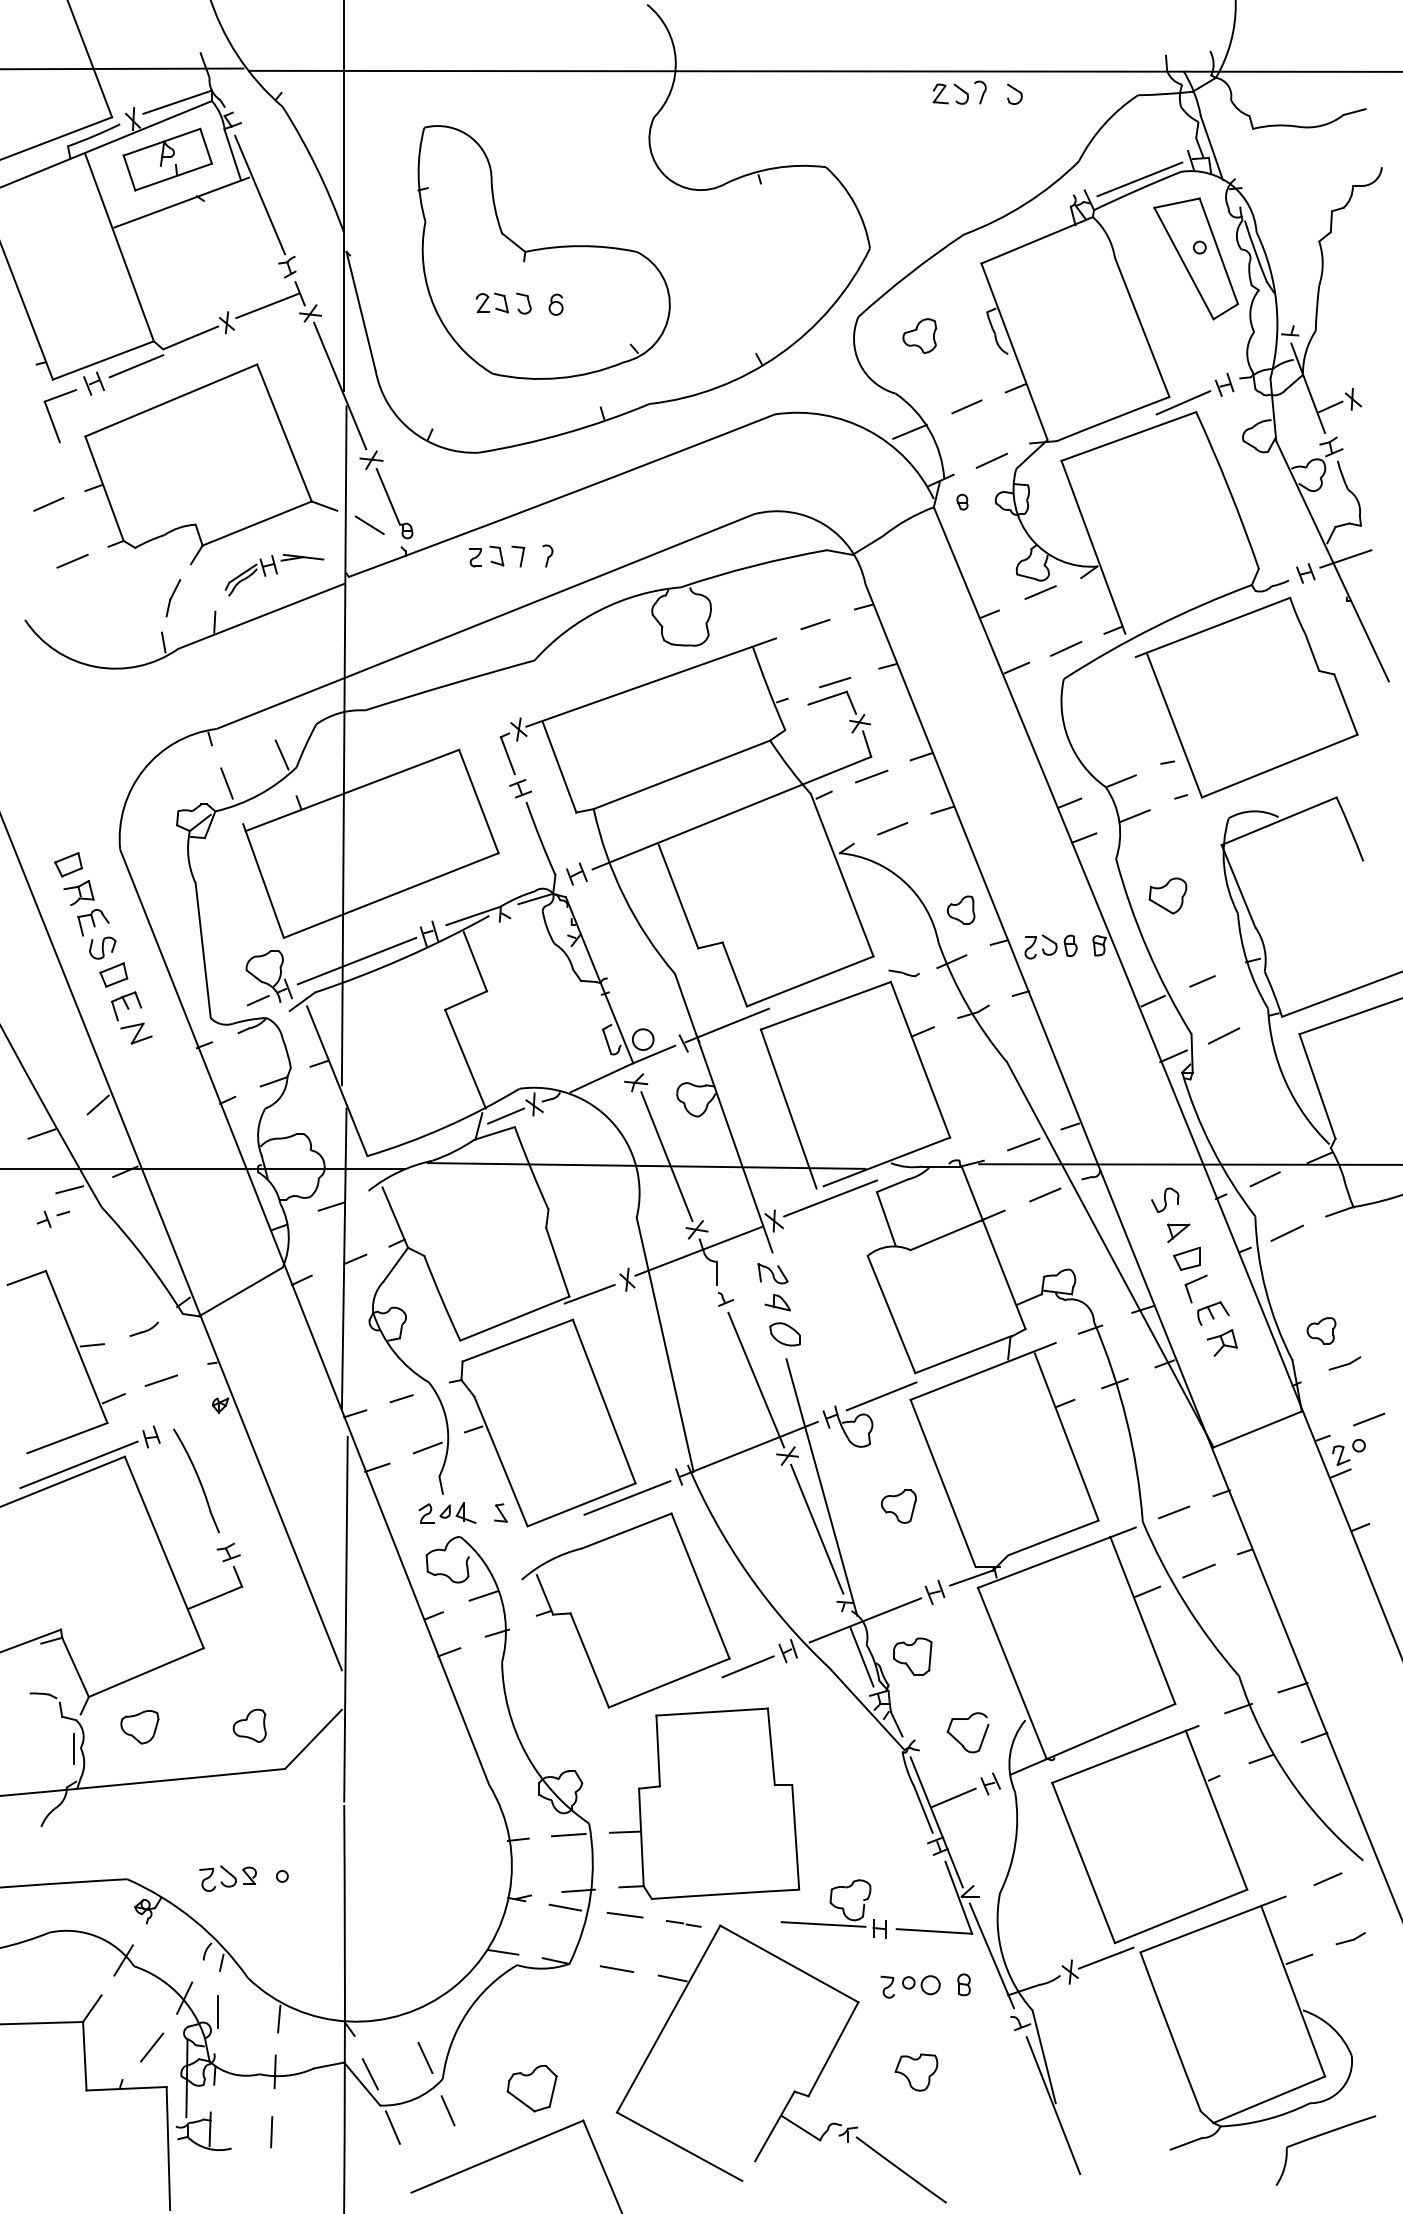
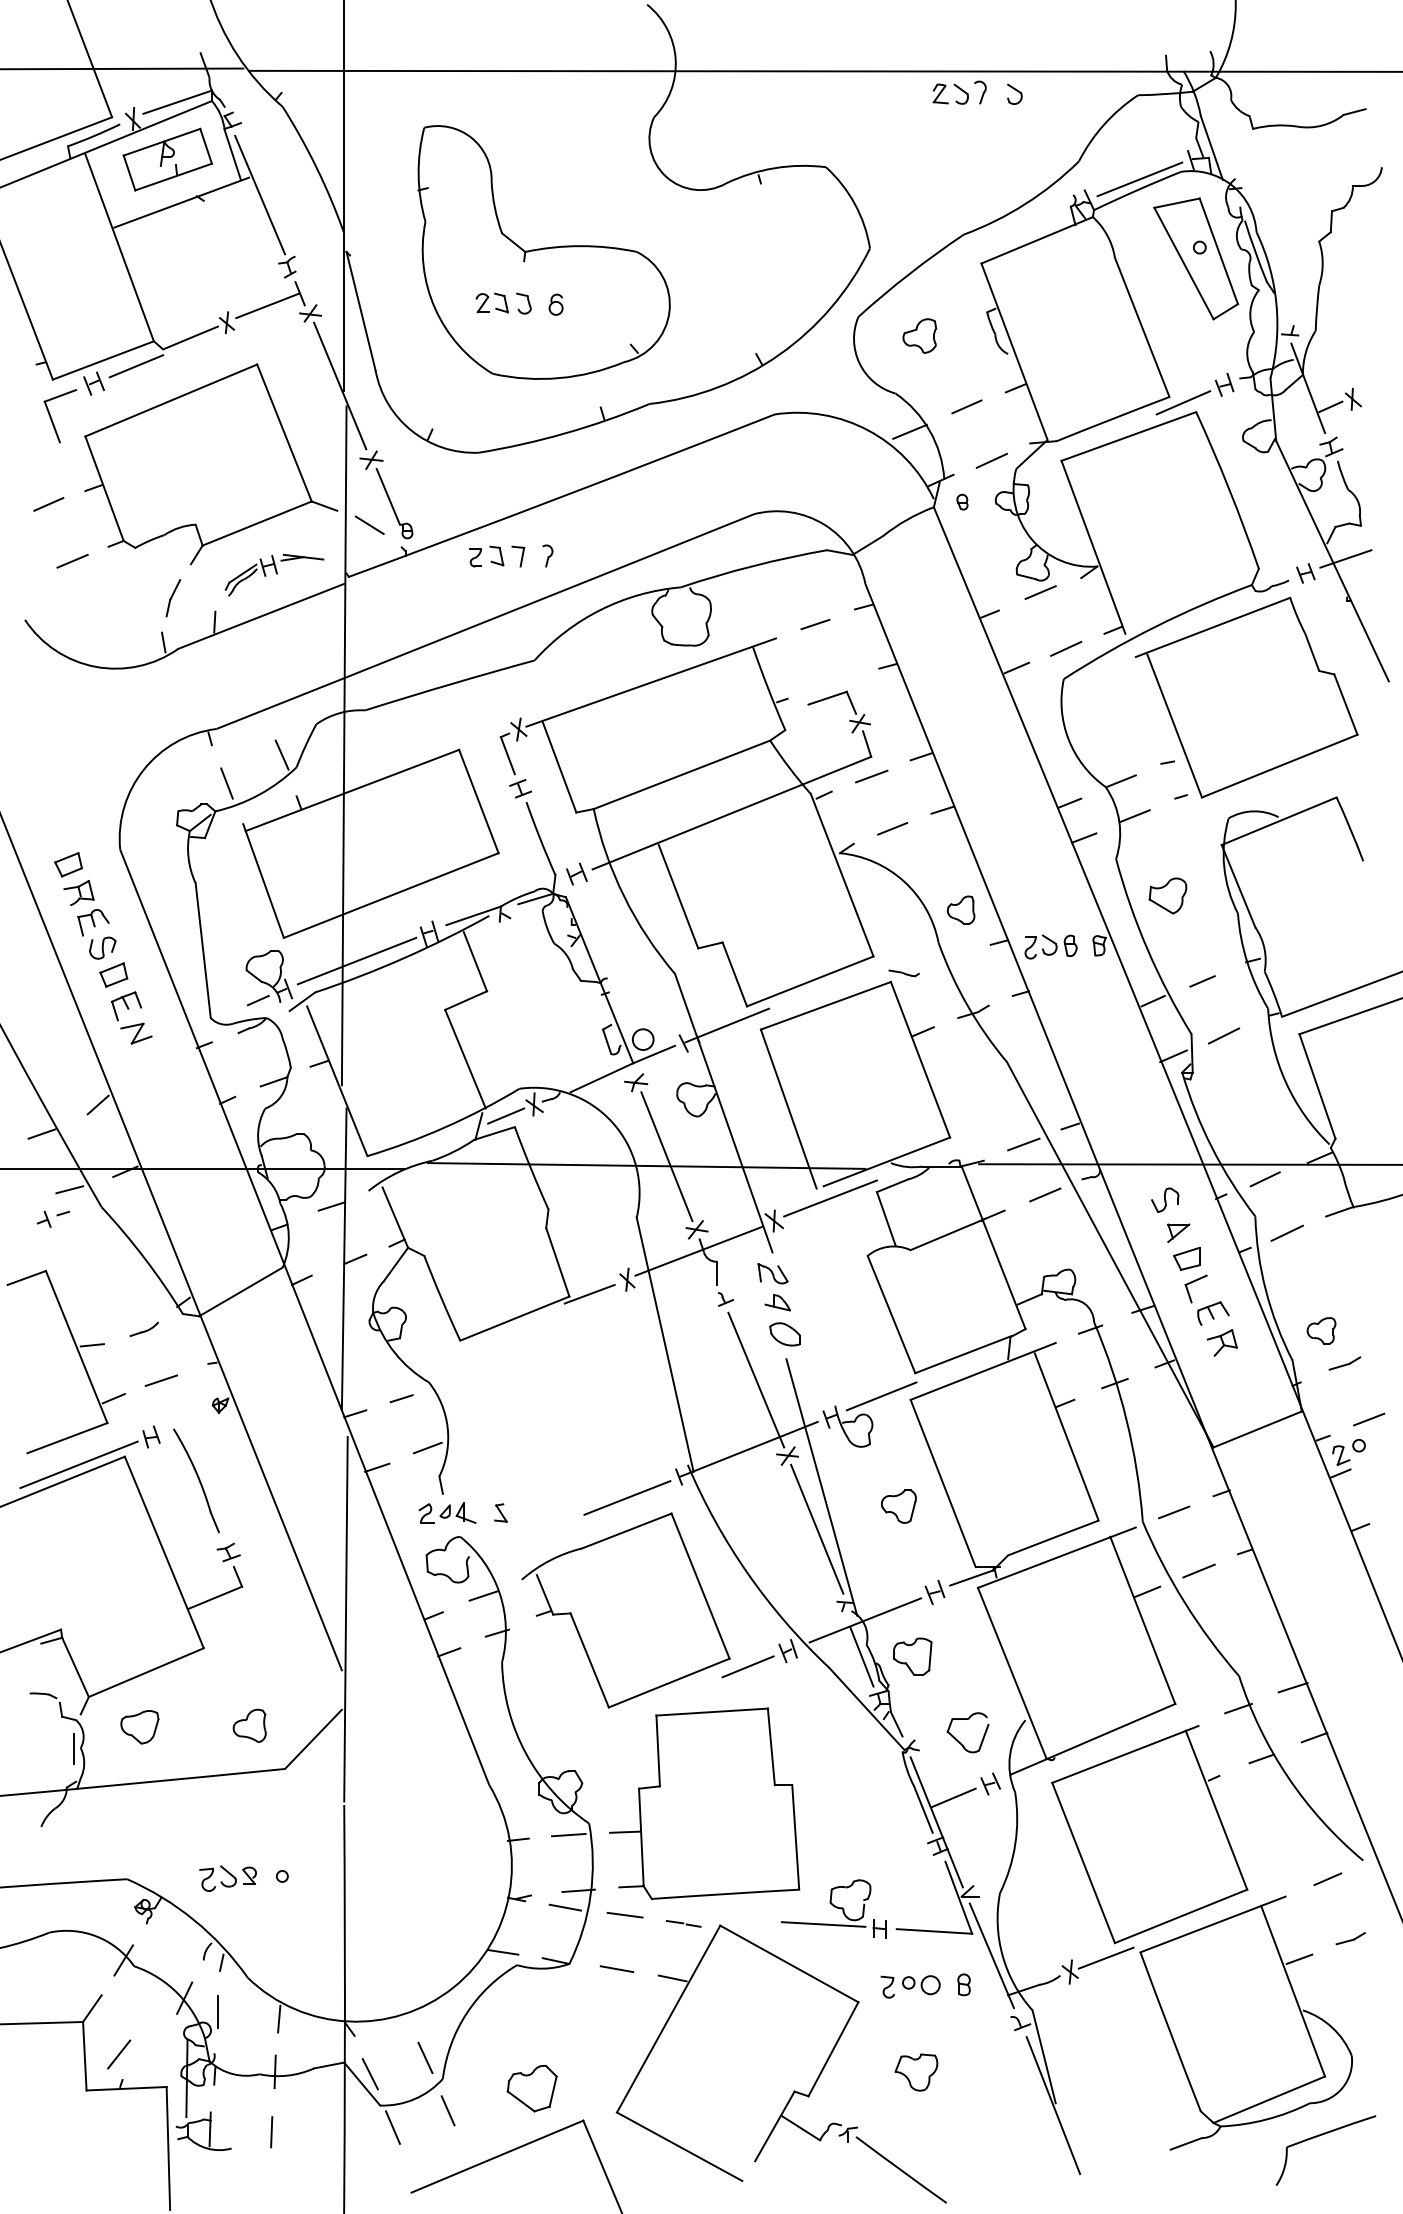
line at (835, 682): present -> none
line at (951, 961): present -> none
part at (542, 1422): present -> none
line at (152, 2047) position: (152, 2047) -> (119, 2054)
